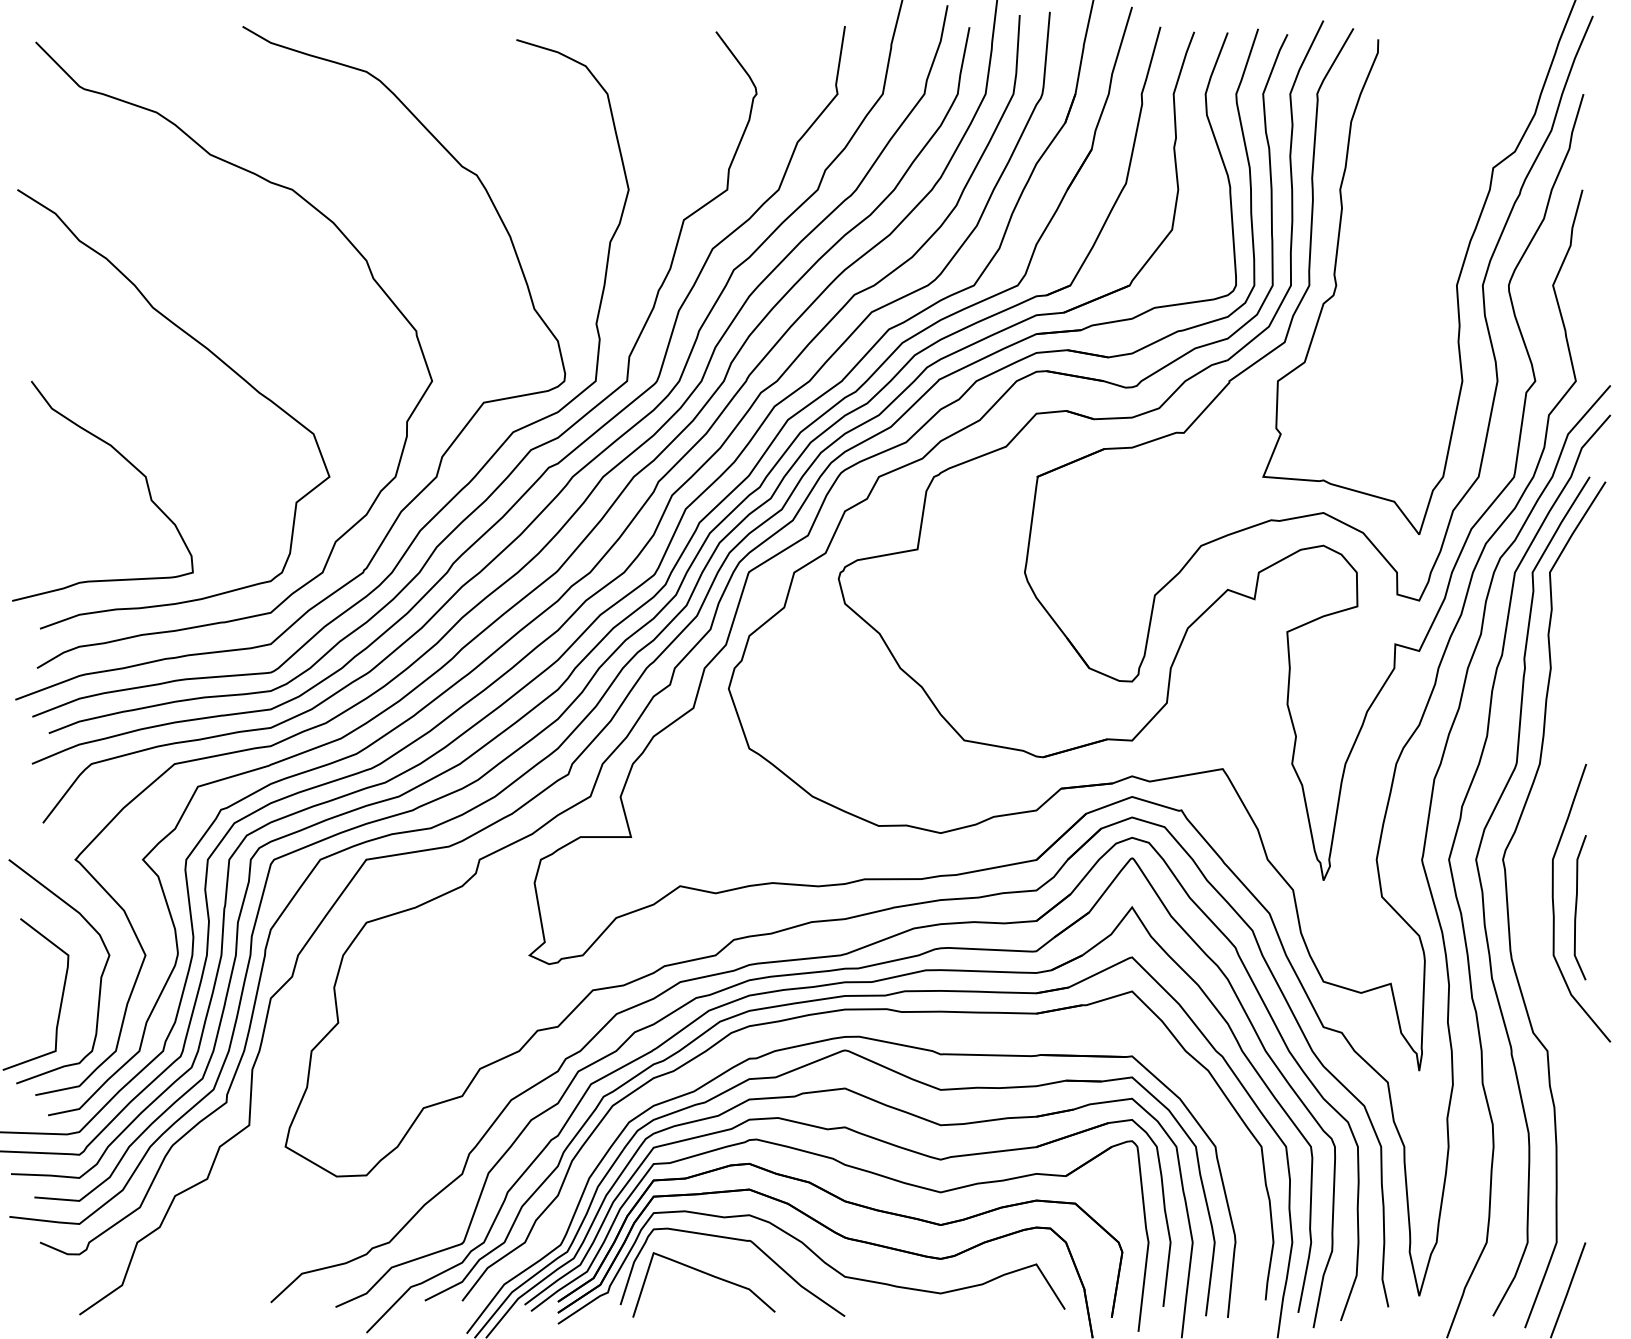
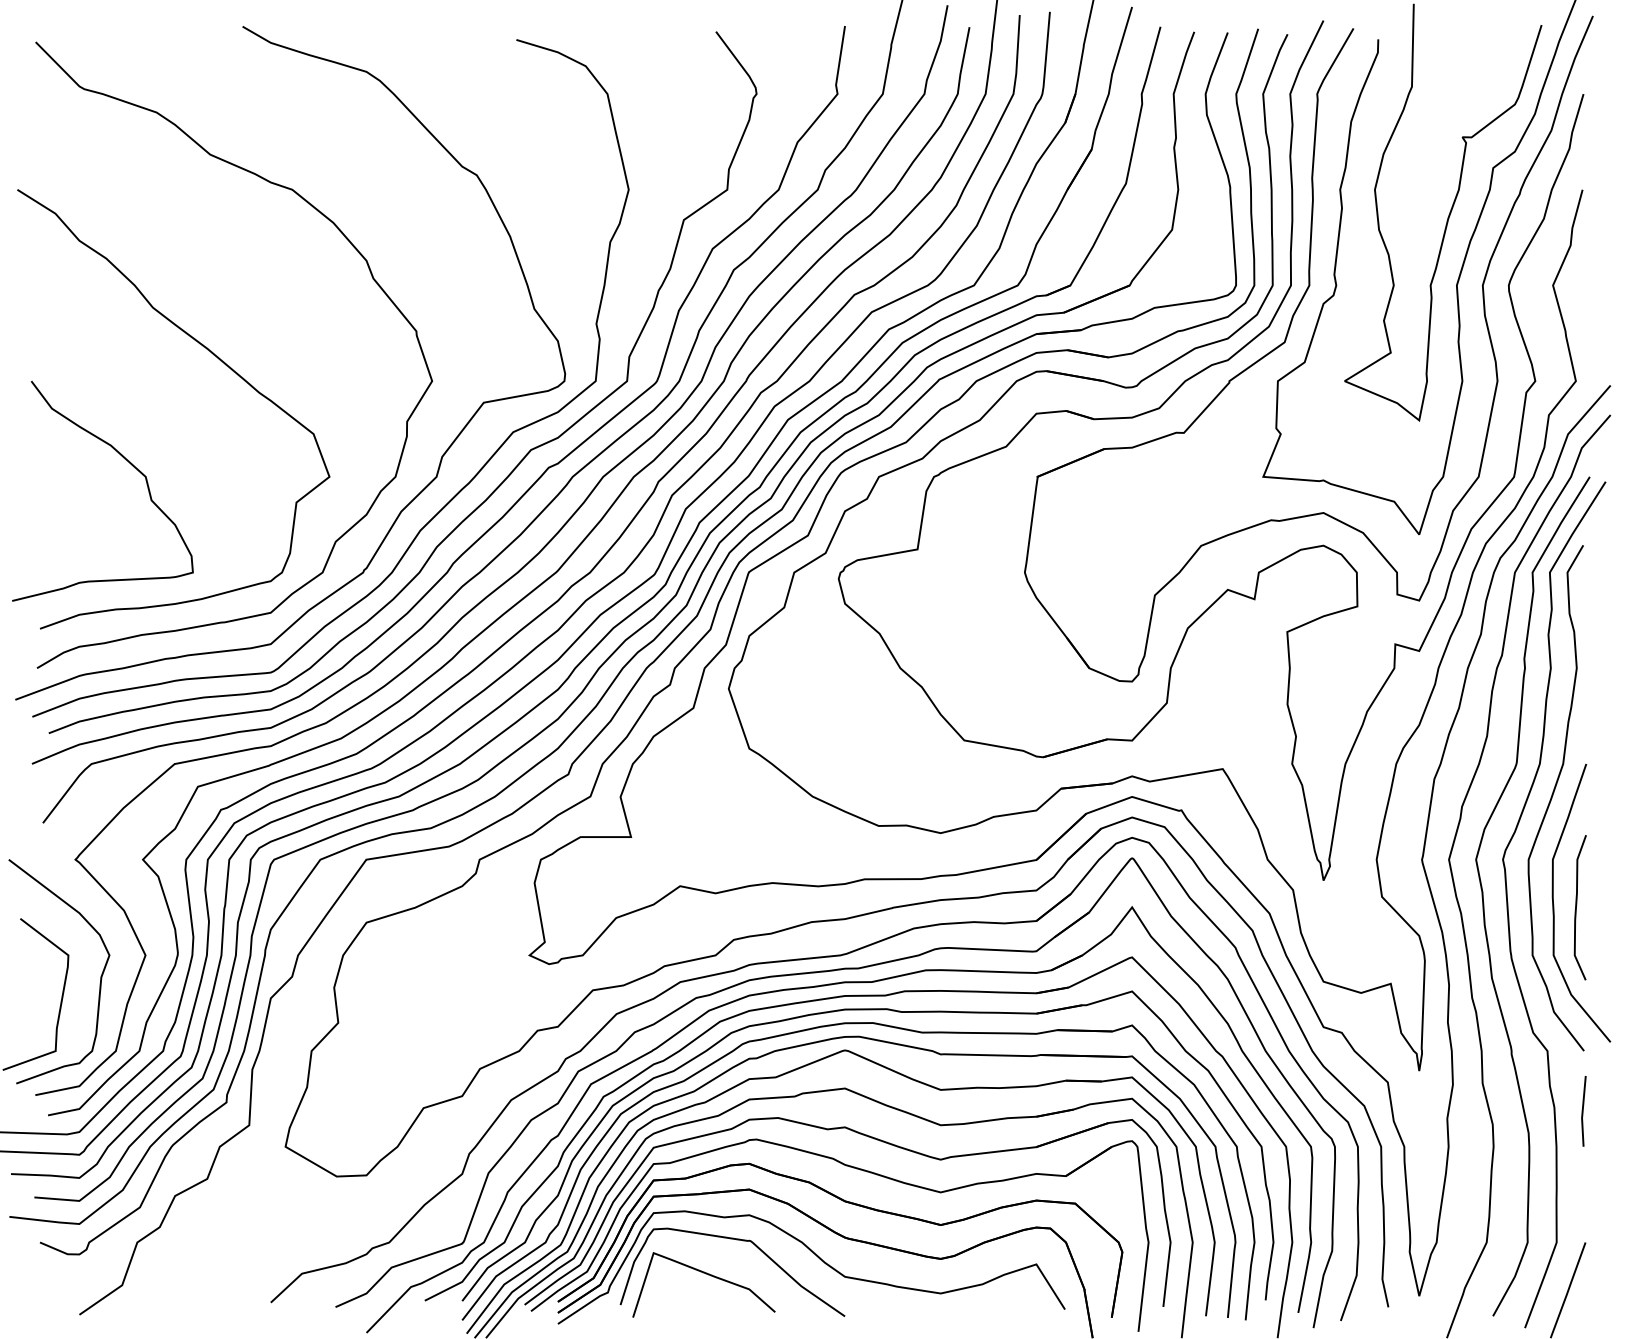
curve at (1448, 214): none -> present
curve at (1552, 798): none -> present
part at (855, 1024): none -> present
line at (1583, 1111): none -> present
